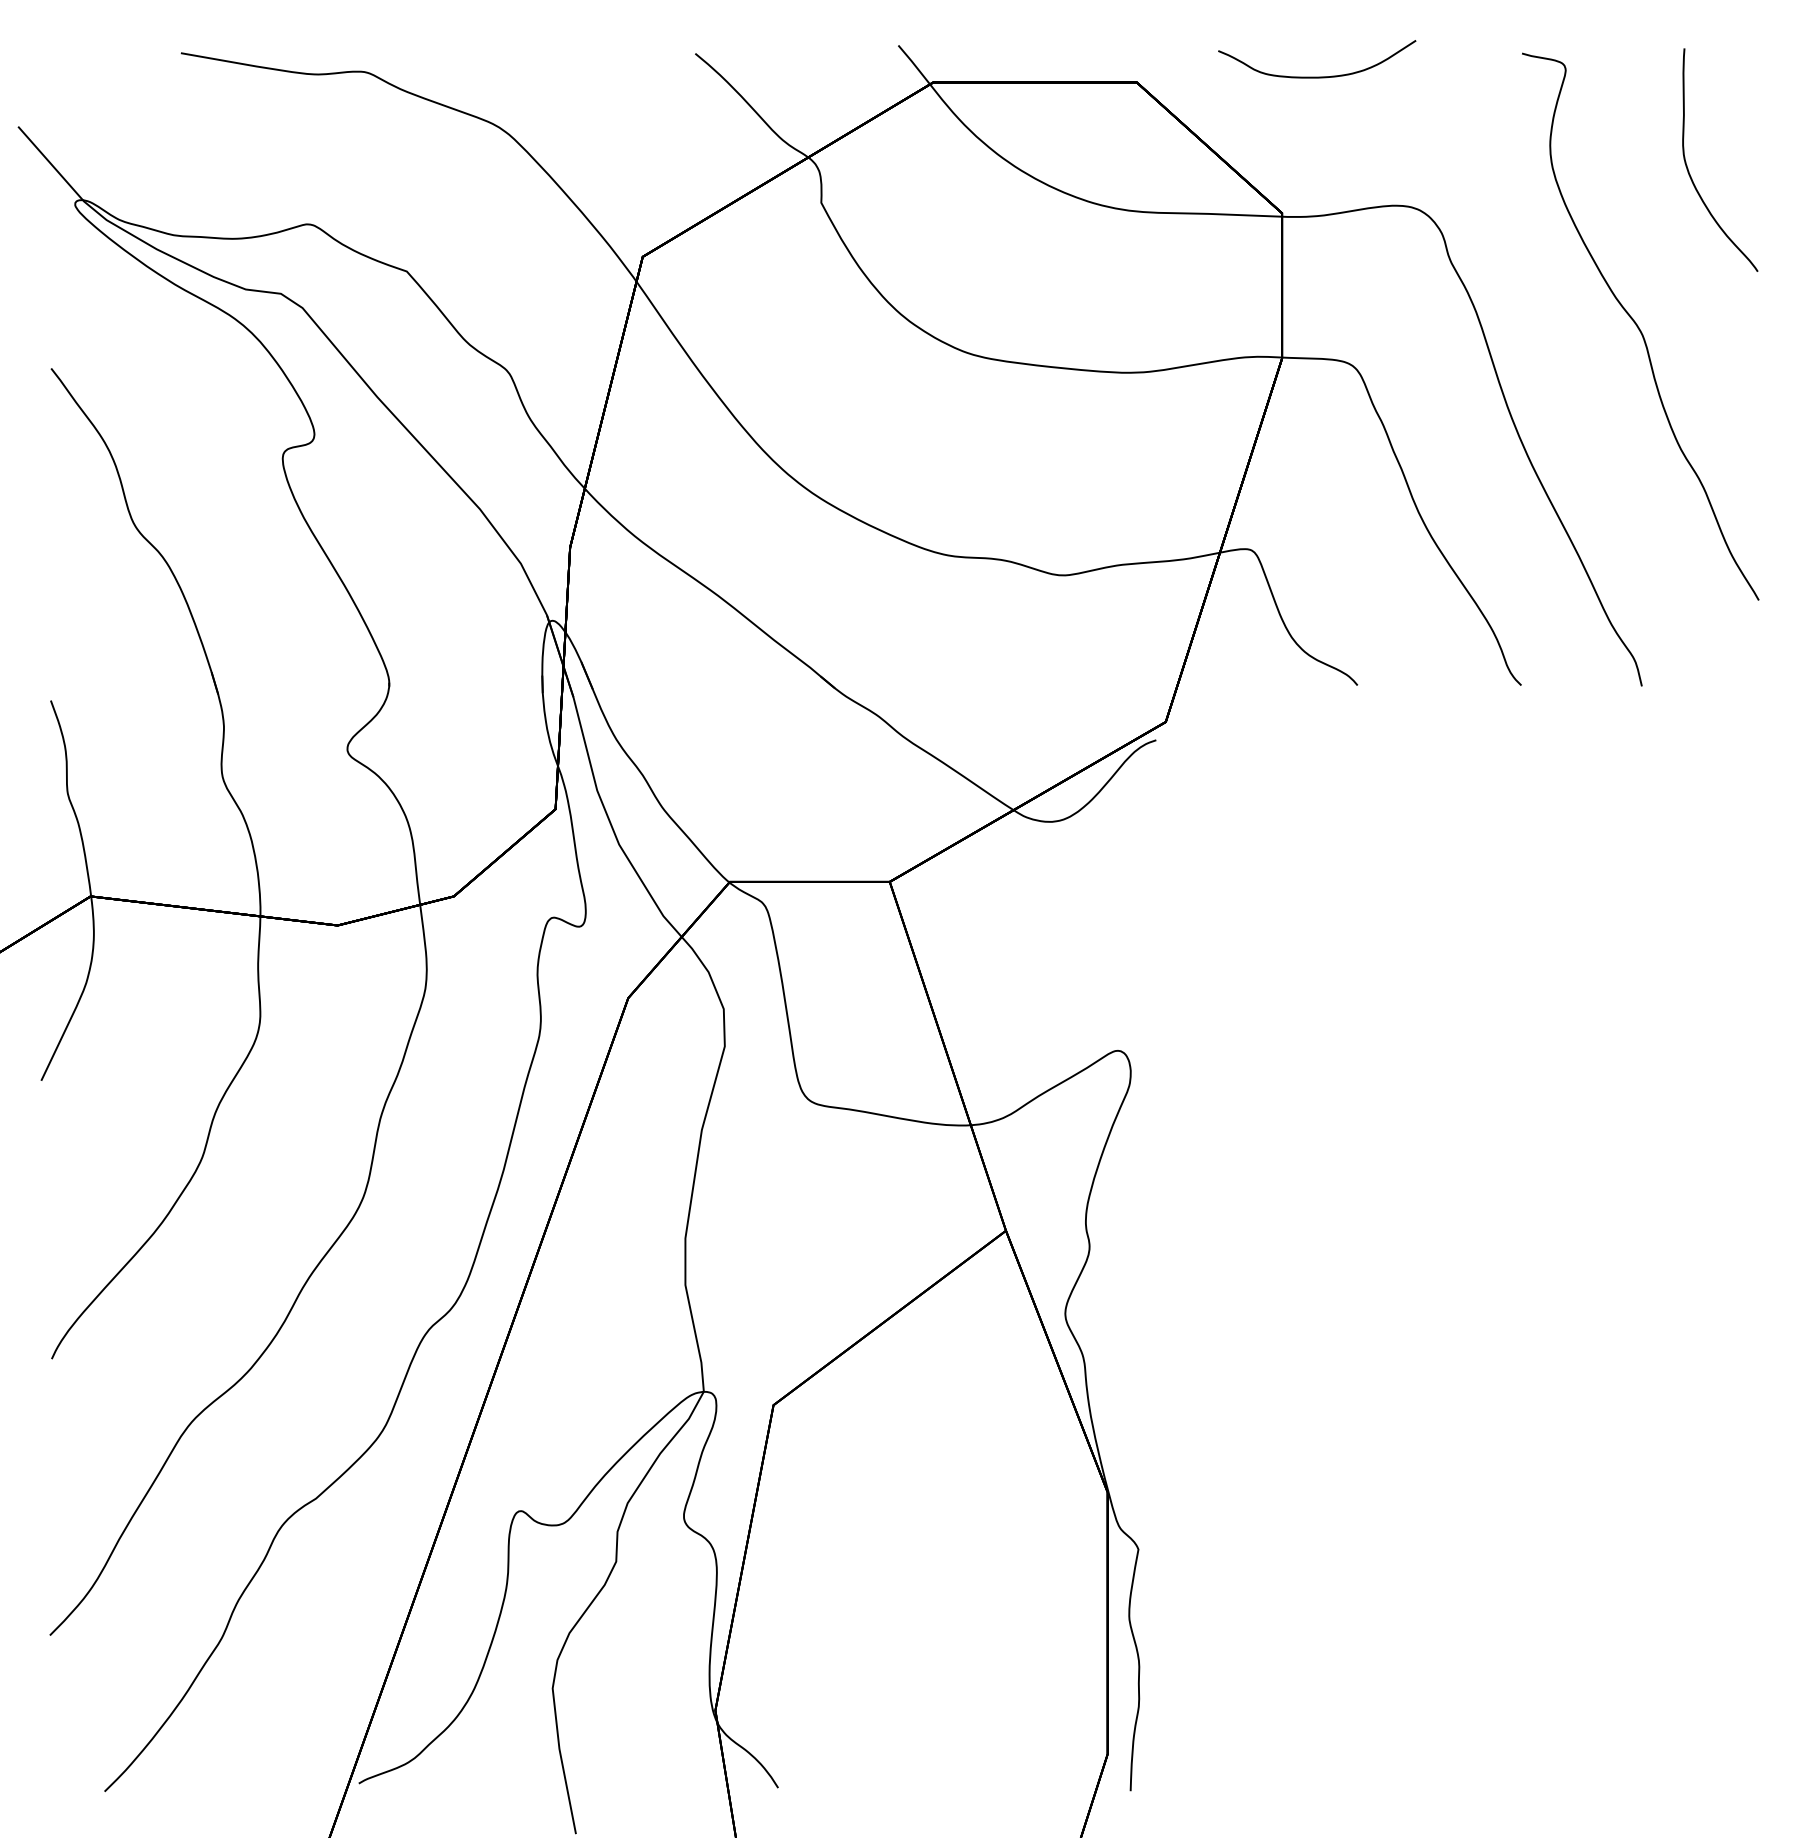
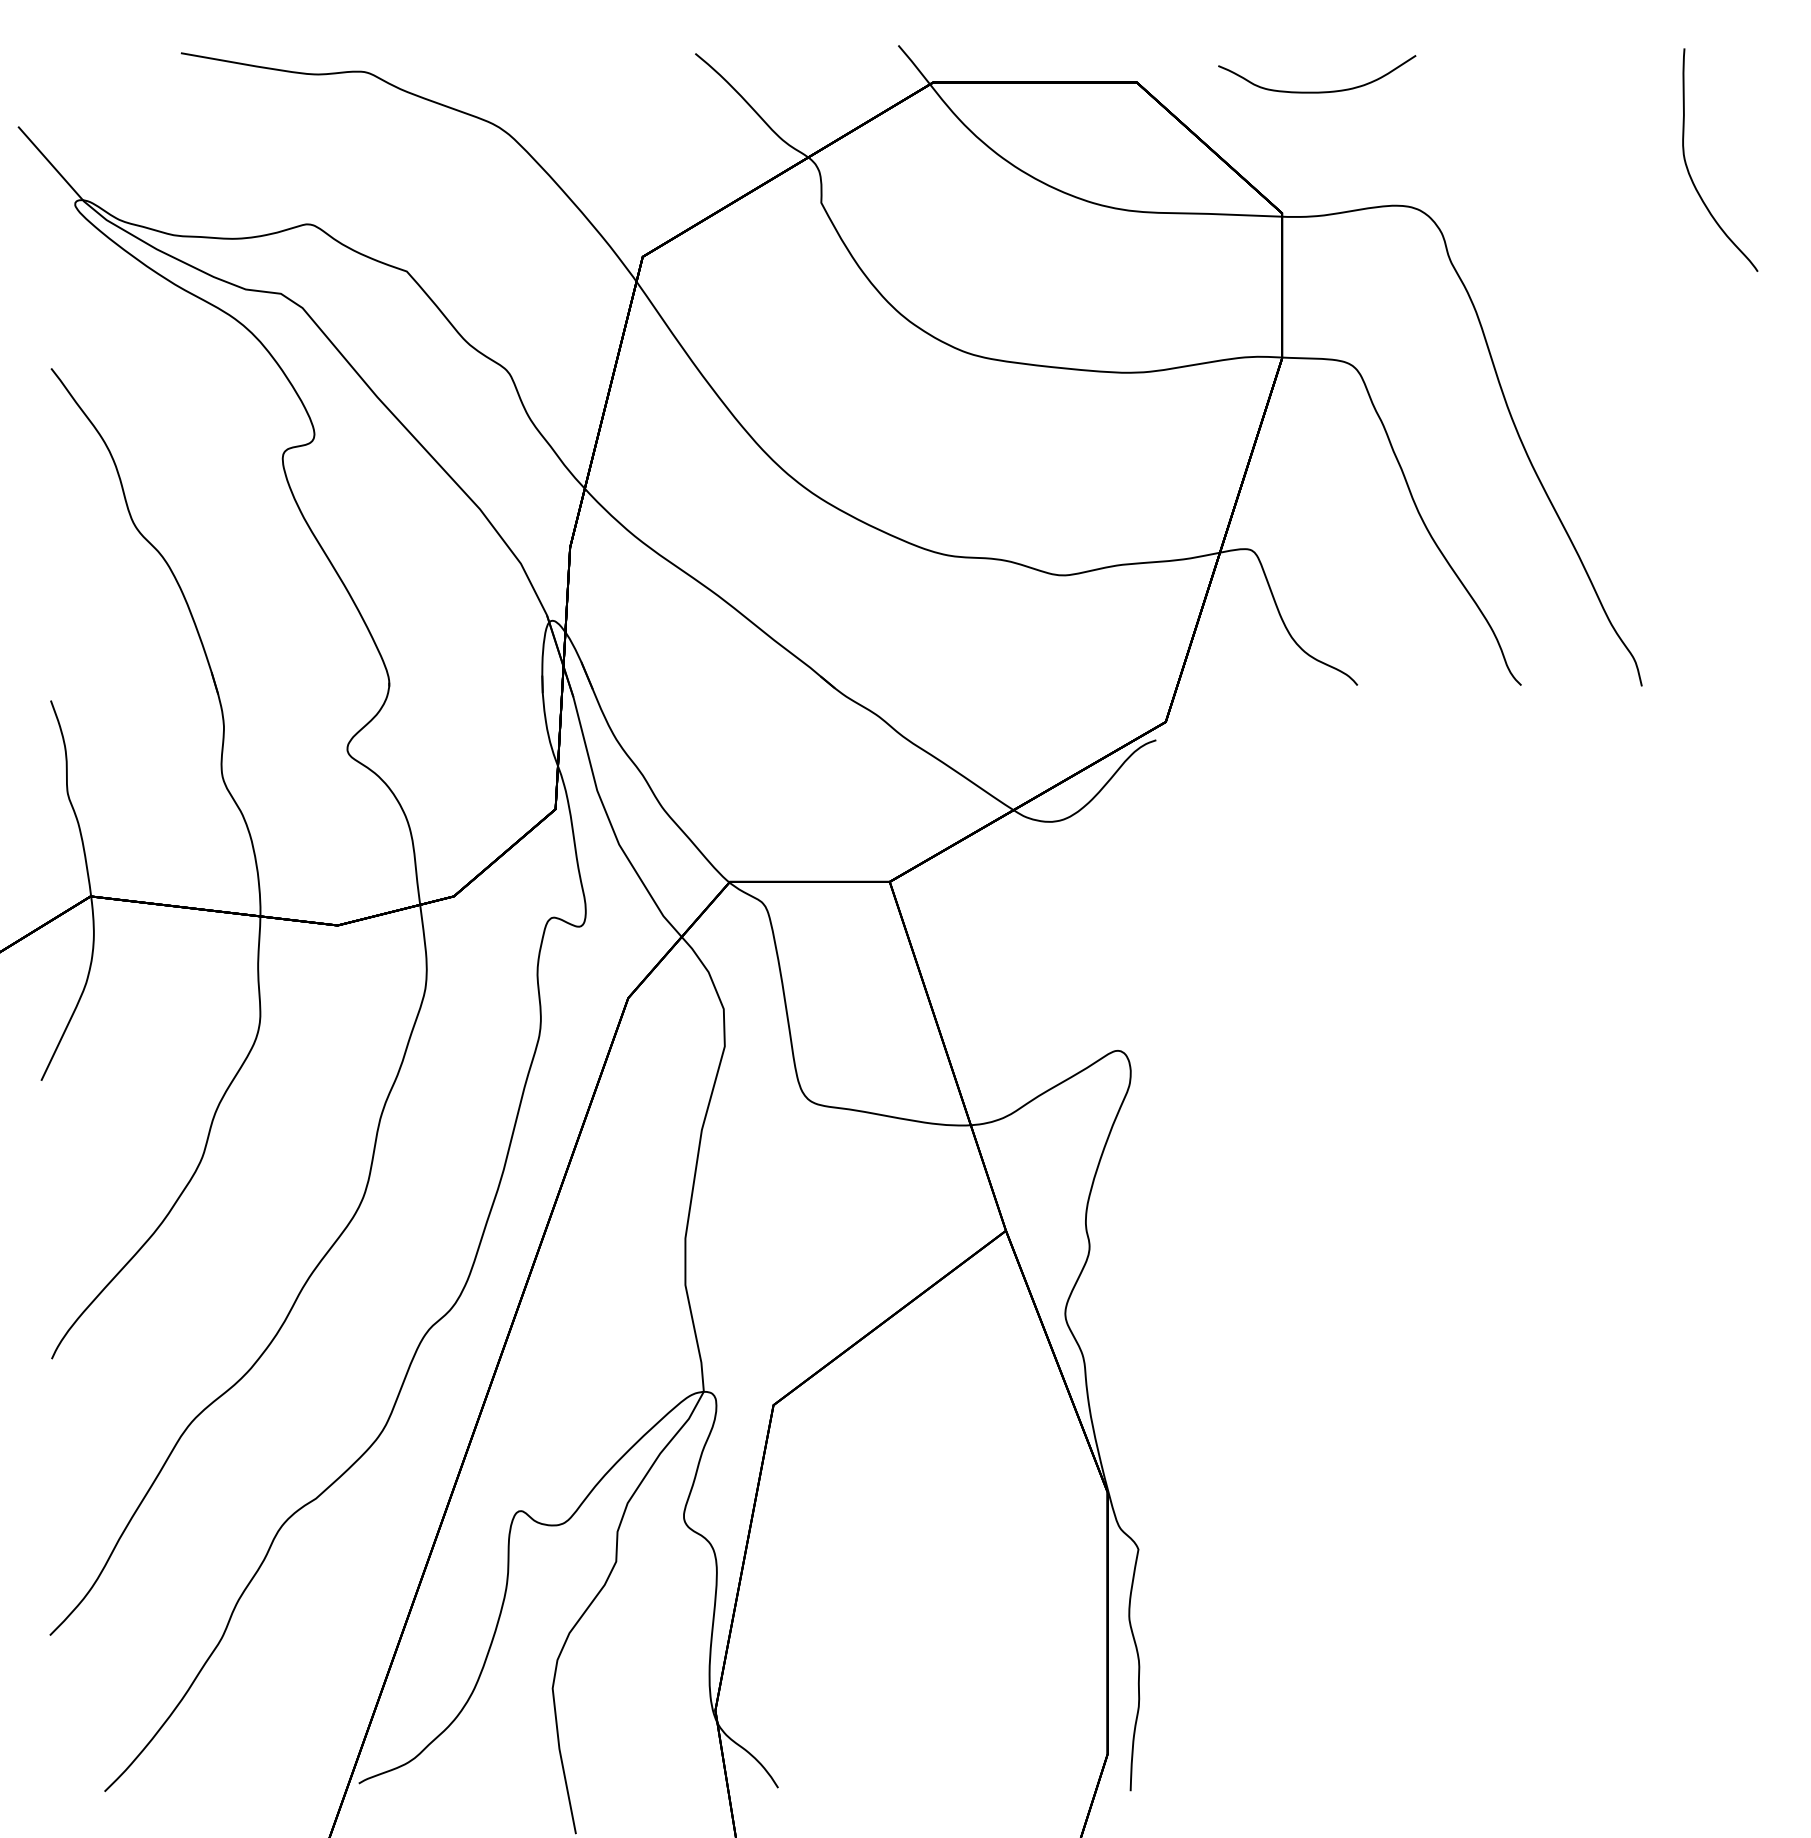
curve at (1317, 76) position: (1317, 76) -> (1317, 91)
curve at (1639, 327): present -> none
